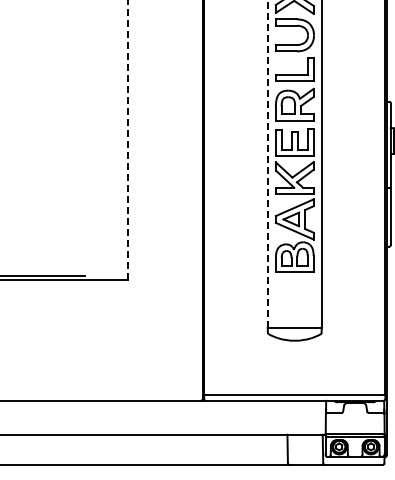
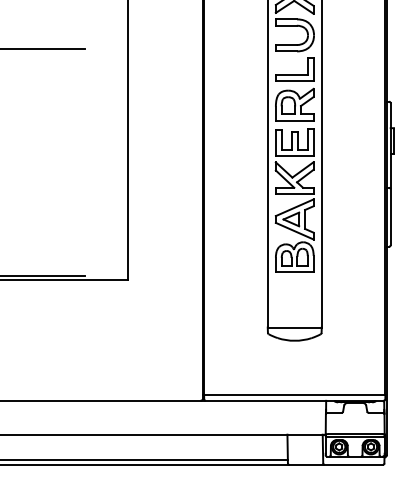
line at (43, 49): none -> present
line at (127, 140): dashed -> solid
line at (267, 163): dashed -> solid
line at (144, 459): none -> present
